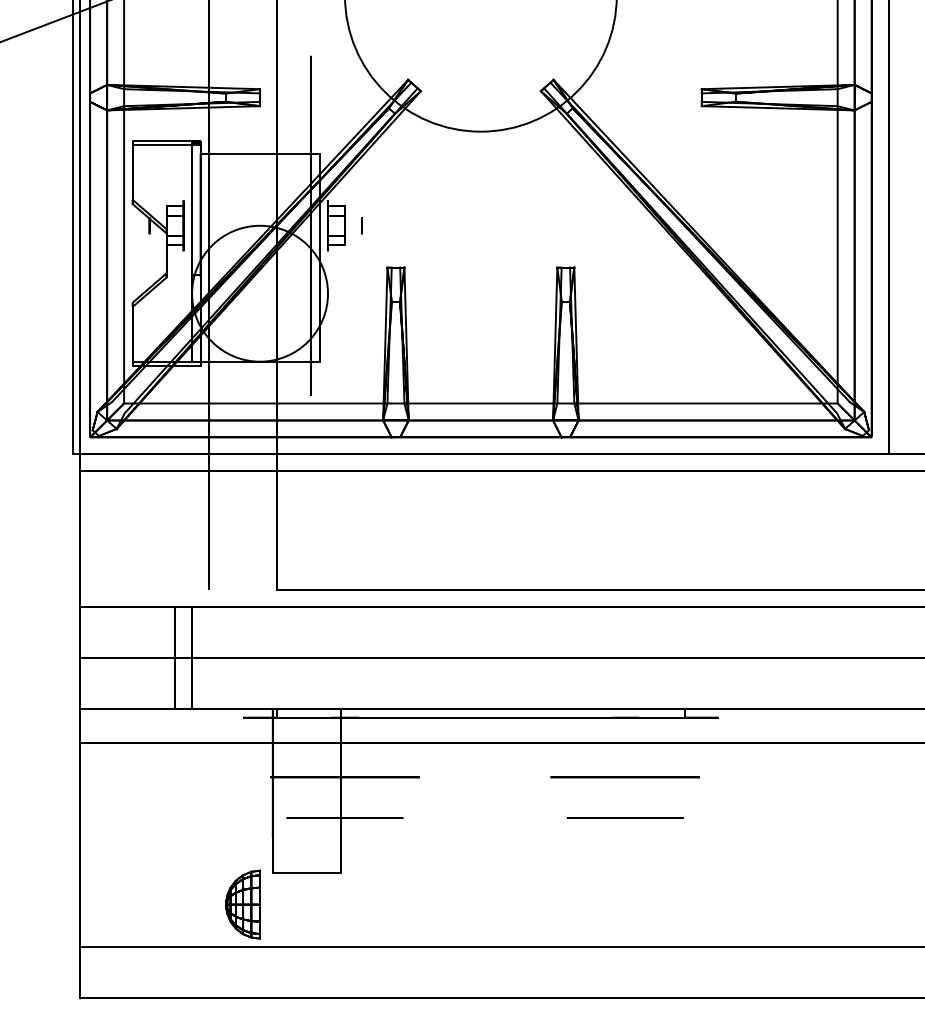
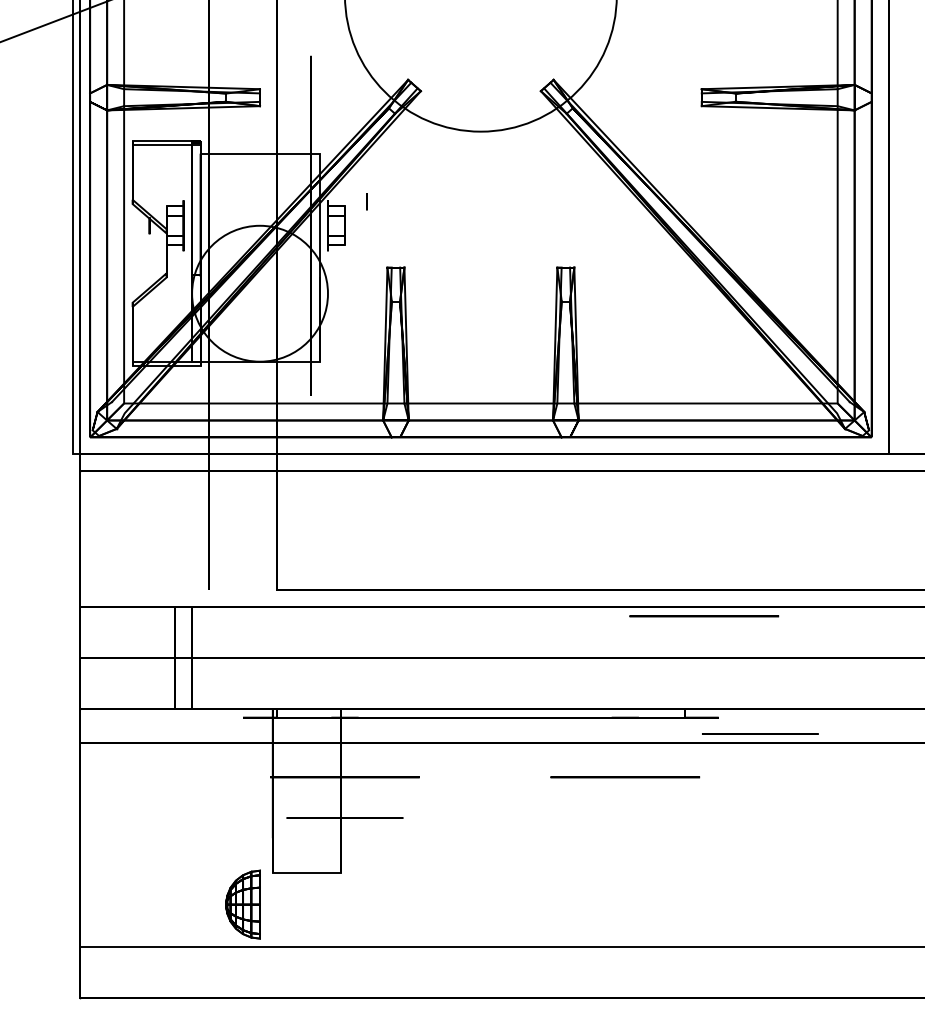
circle at (361, 225) position: (361, 225) -> (366, 201)
circle at (704, 616): none -> present
line at (625, 817) position: (625, 817) -> (760, 733)
